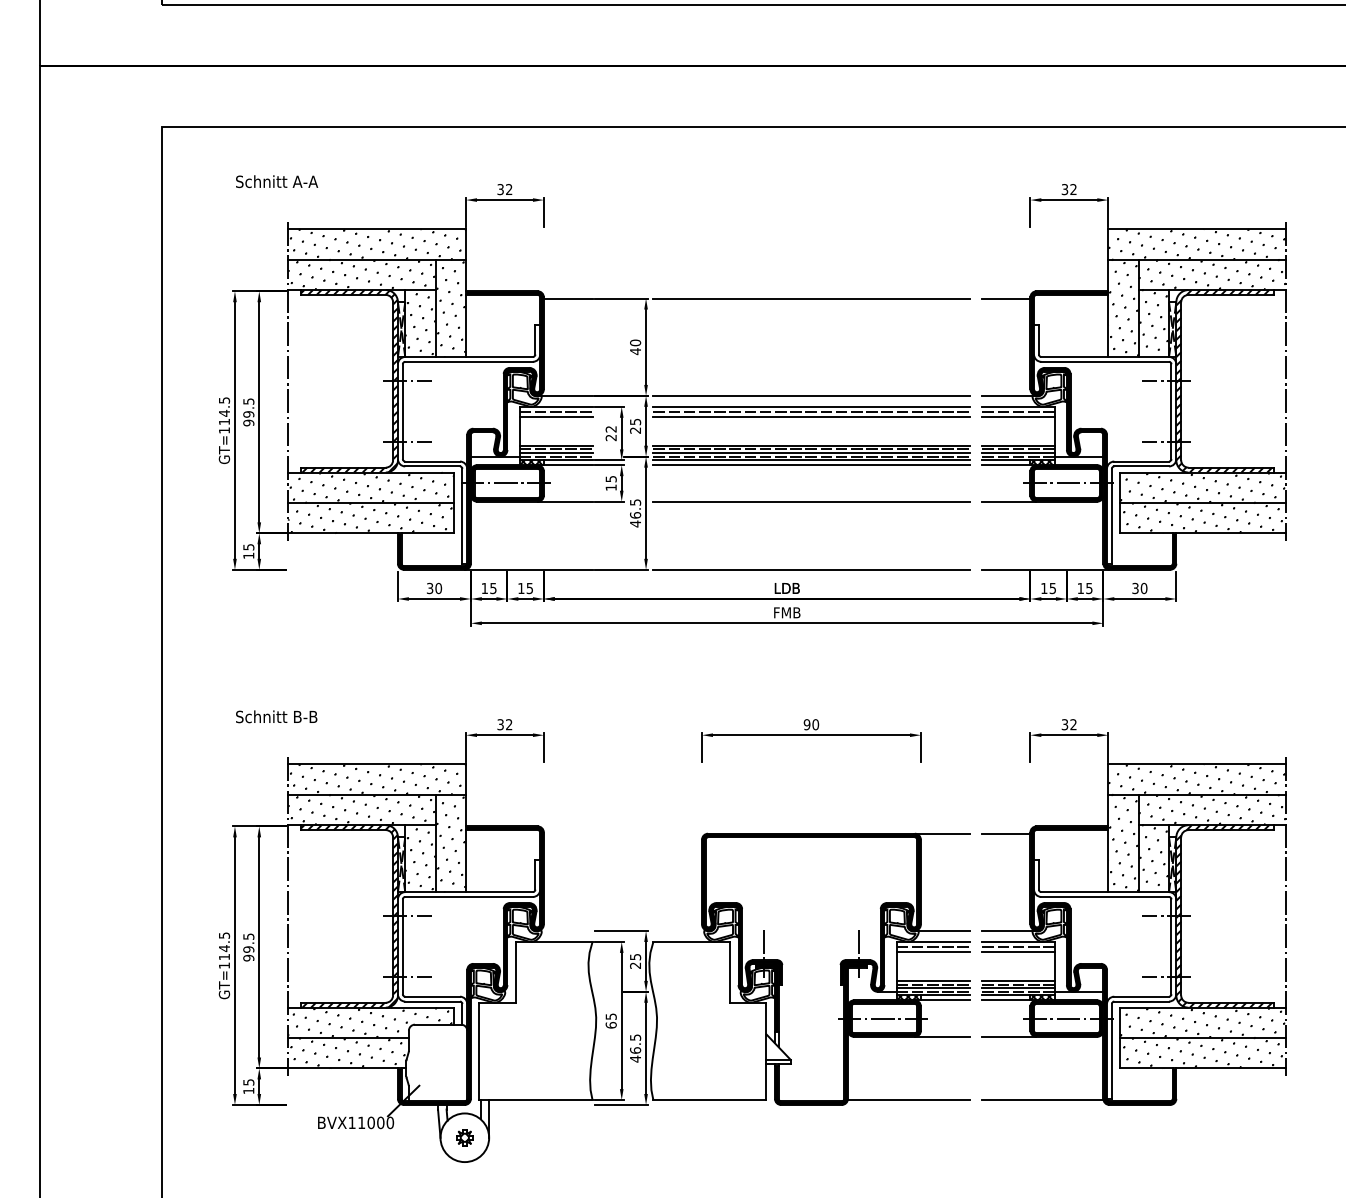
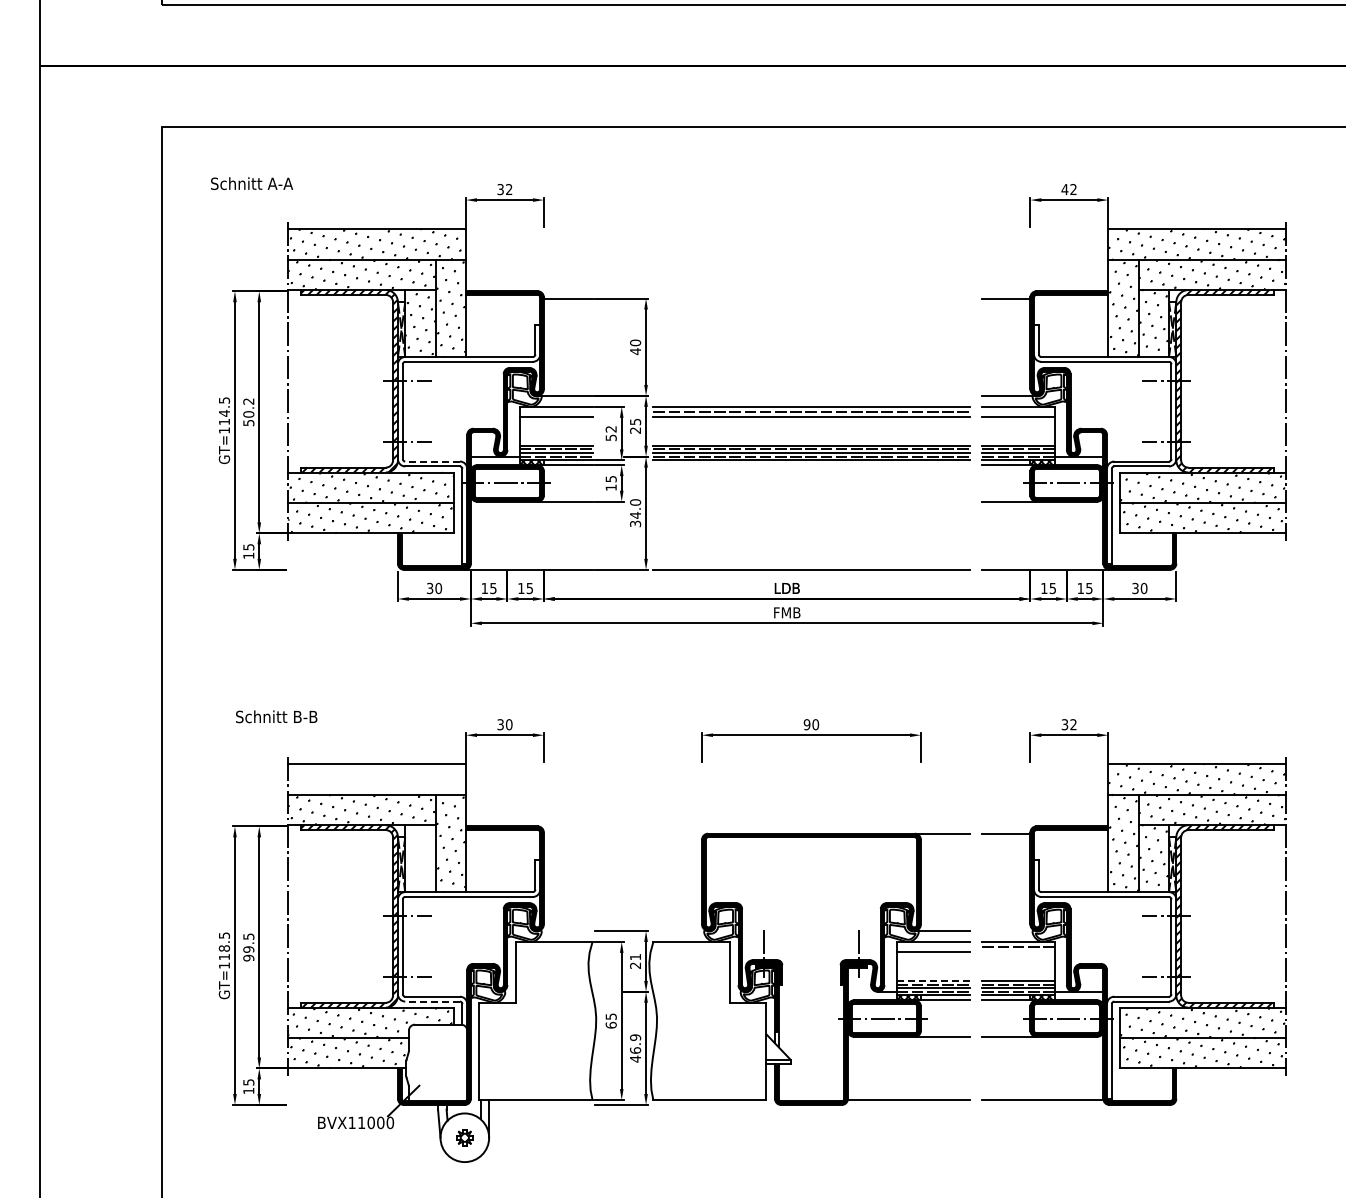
text at (277, 181) position: (277, 181) -> (252, 183)
text at (1064, 189): 32 -> 42
line at (811, 298): present -> none
line at (811, 395): present -> none
line at (555, 411): present -> none
line at (1017, 411): present -> none
text at (248, 412): 99.5 -> 50.2
text at (610, 437): 22 -> 52
line at (432, 461): solid -> dashed
line at (811, 465): present -> none
line at (811, 501): present -> none
text at (635, 513): 46.5 -> 34.0
text at (508, 724): 32 -> 30
hatch at (378, 779): present -> none
hatch at (420, 857): present -> none
line at (1009, 931): present -> none
line at (932, 946): present -> none
text at (224, 948): GT=114.5 -> GT=118.5
line at (1017, 951): present -> none
text at (635, 957): 25 -> 21
line at (933, 980): solid -> dashed
line at (432, 1001): solid -> dashed
text at (635, 1037): 46.5 -> 46.9
